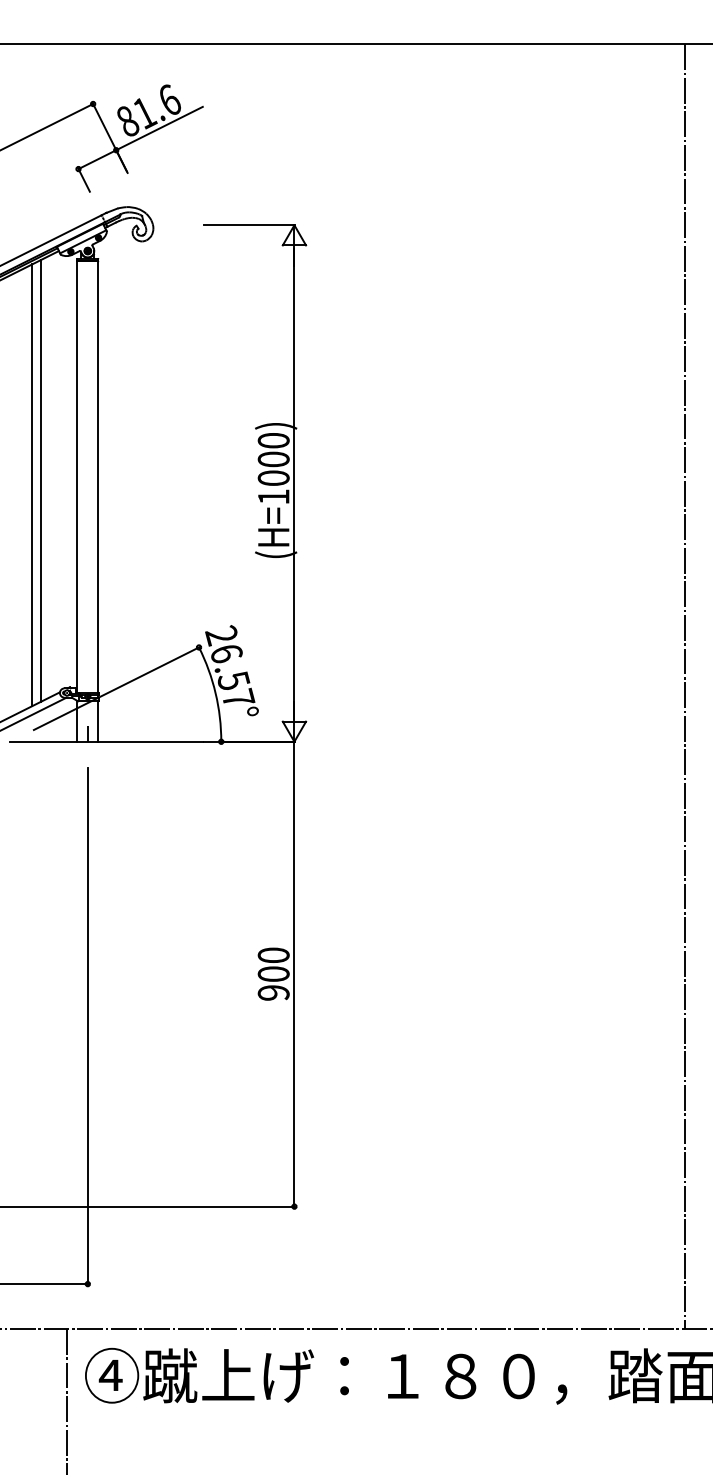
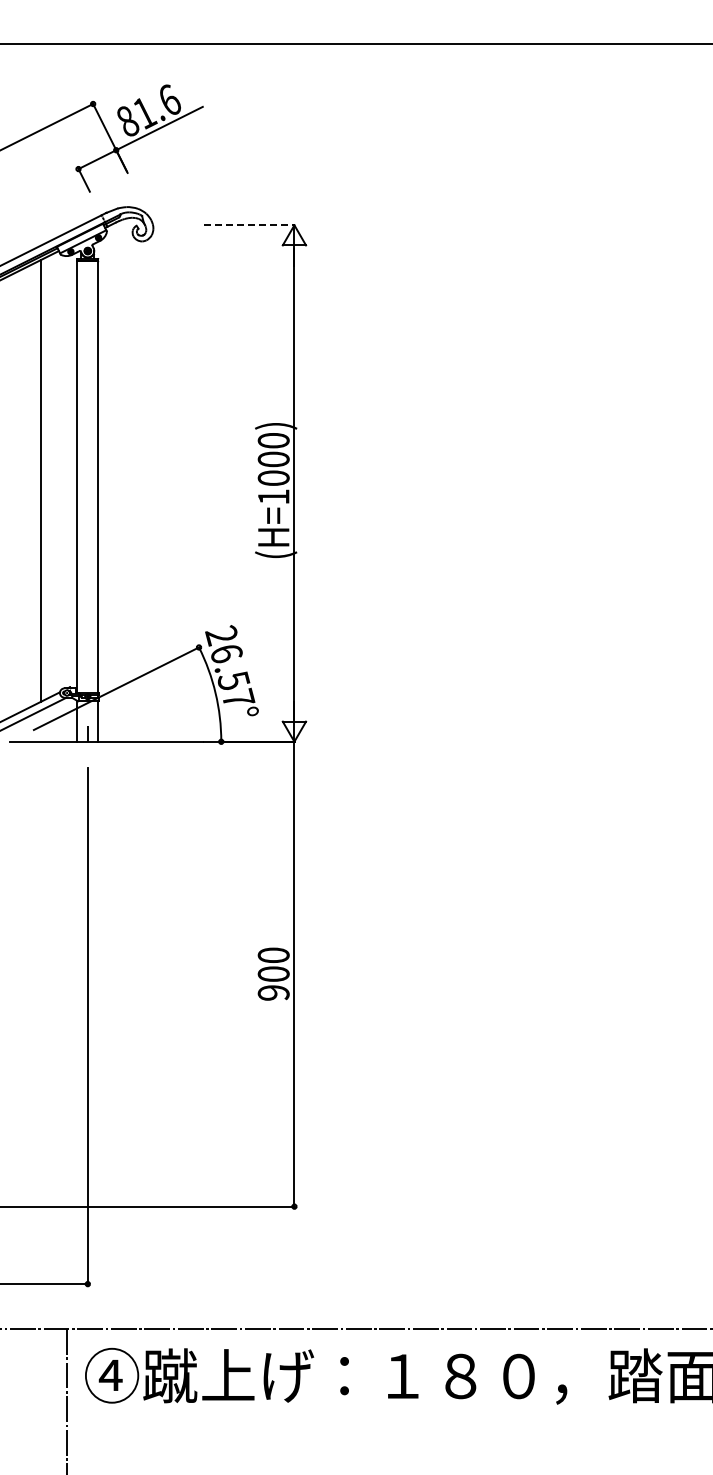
line at (249, 225): solid -> dashed
line at (32, 485): present -> none
line at (684, 686): present -> none
